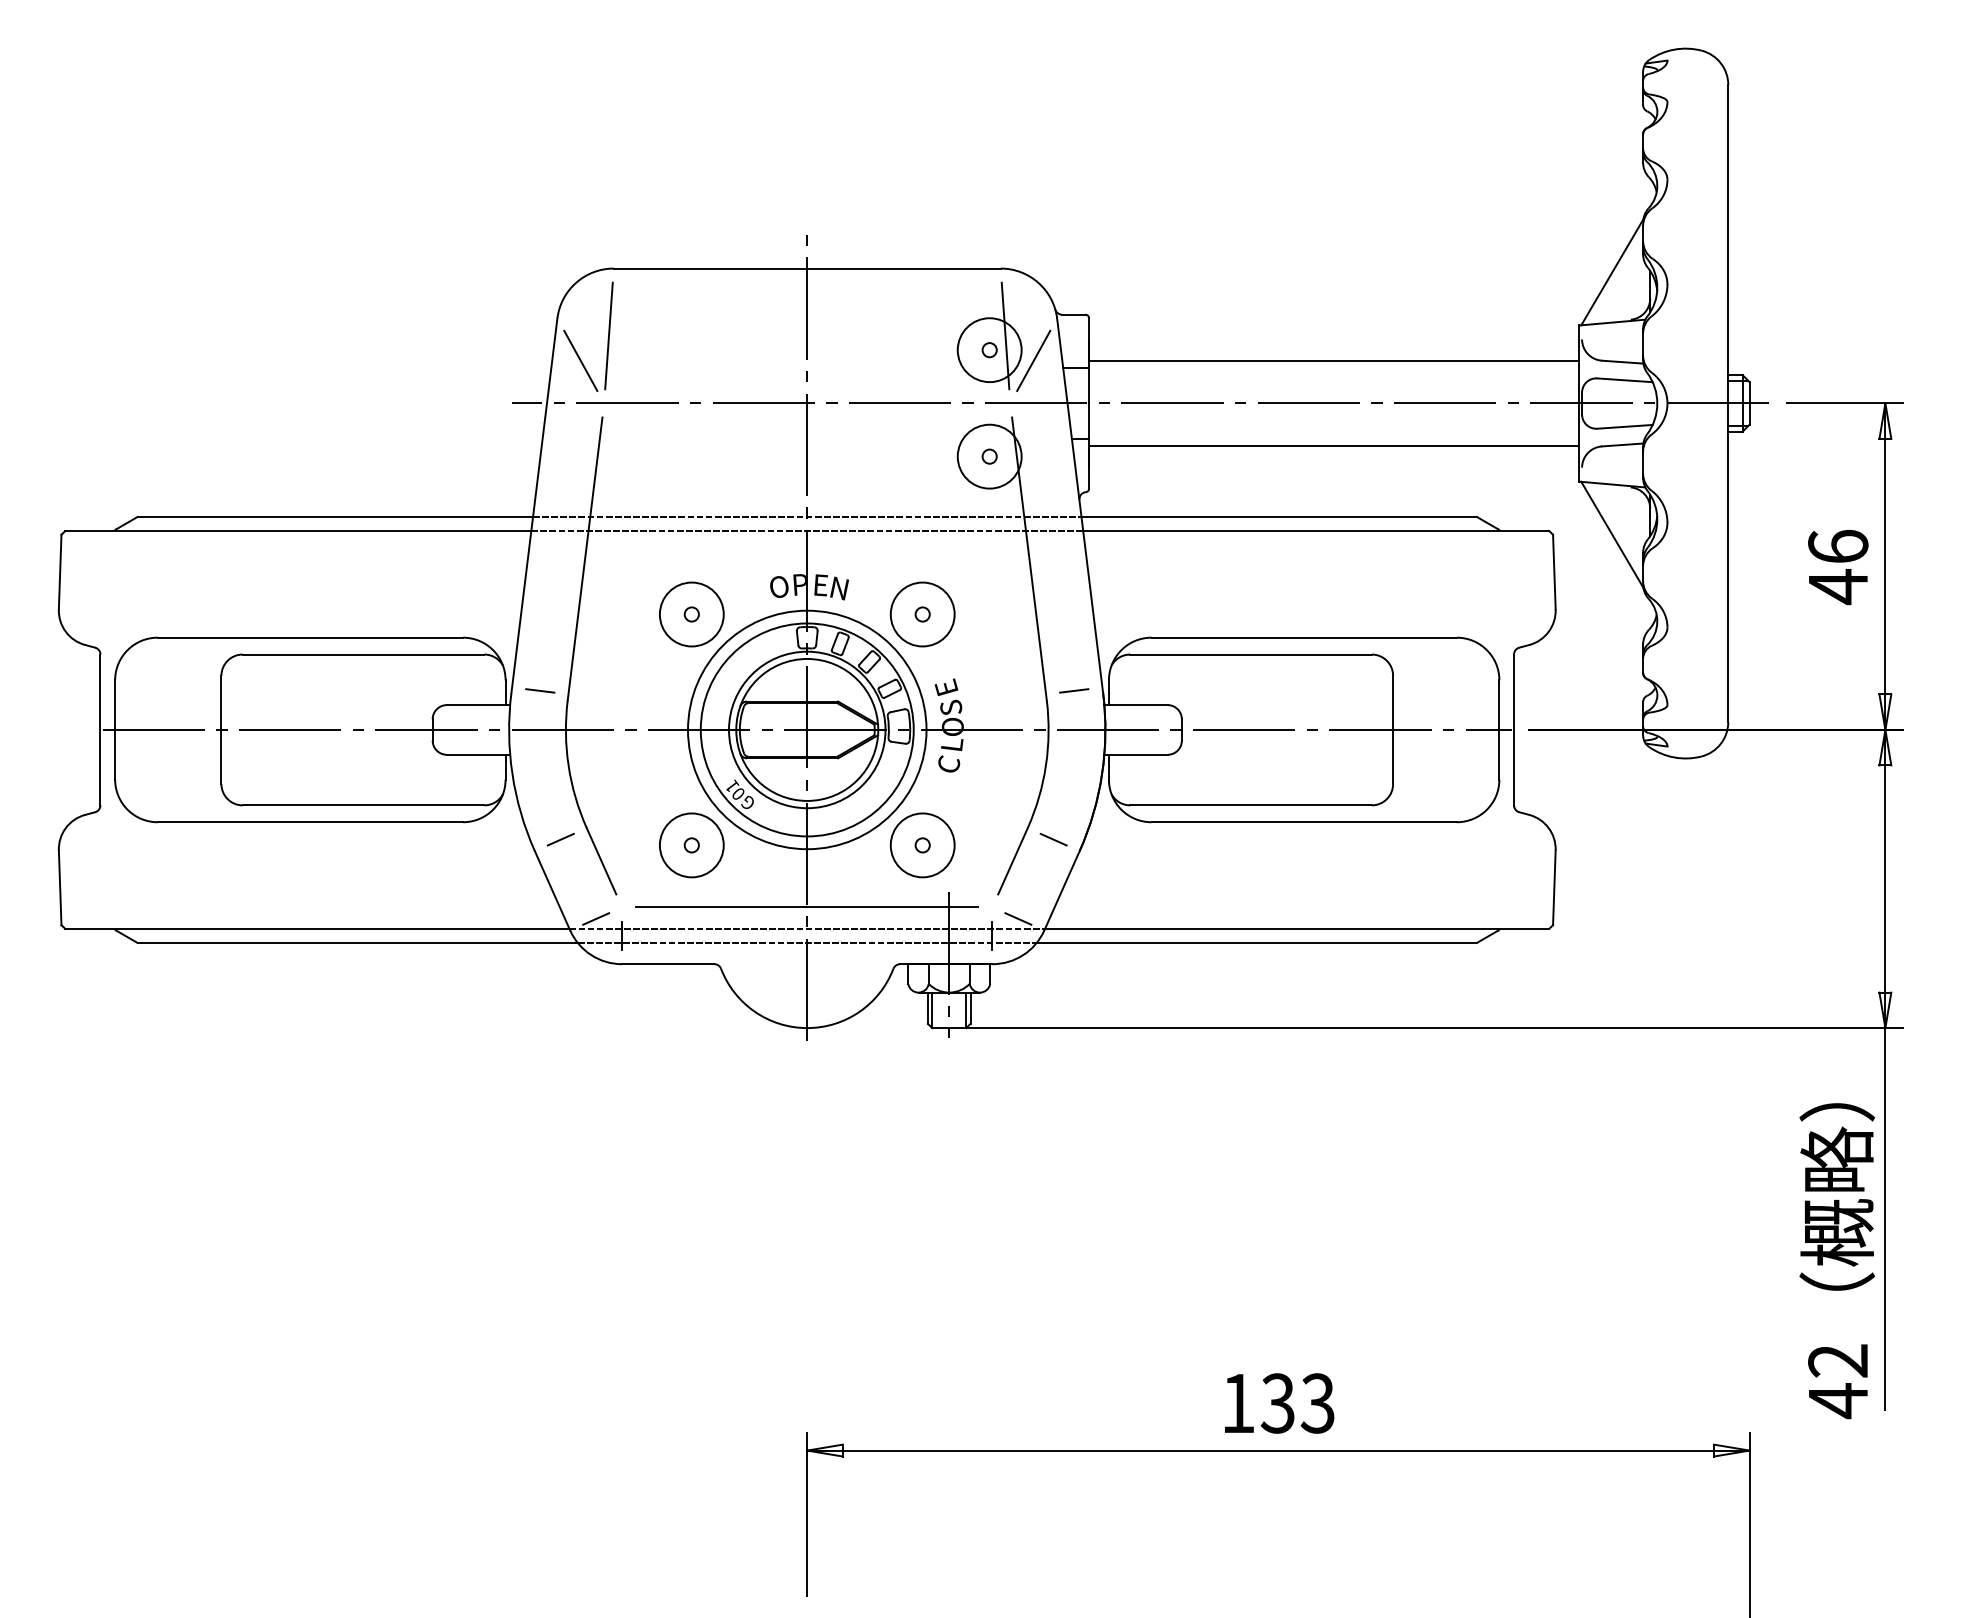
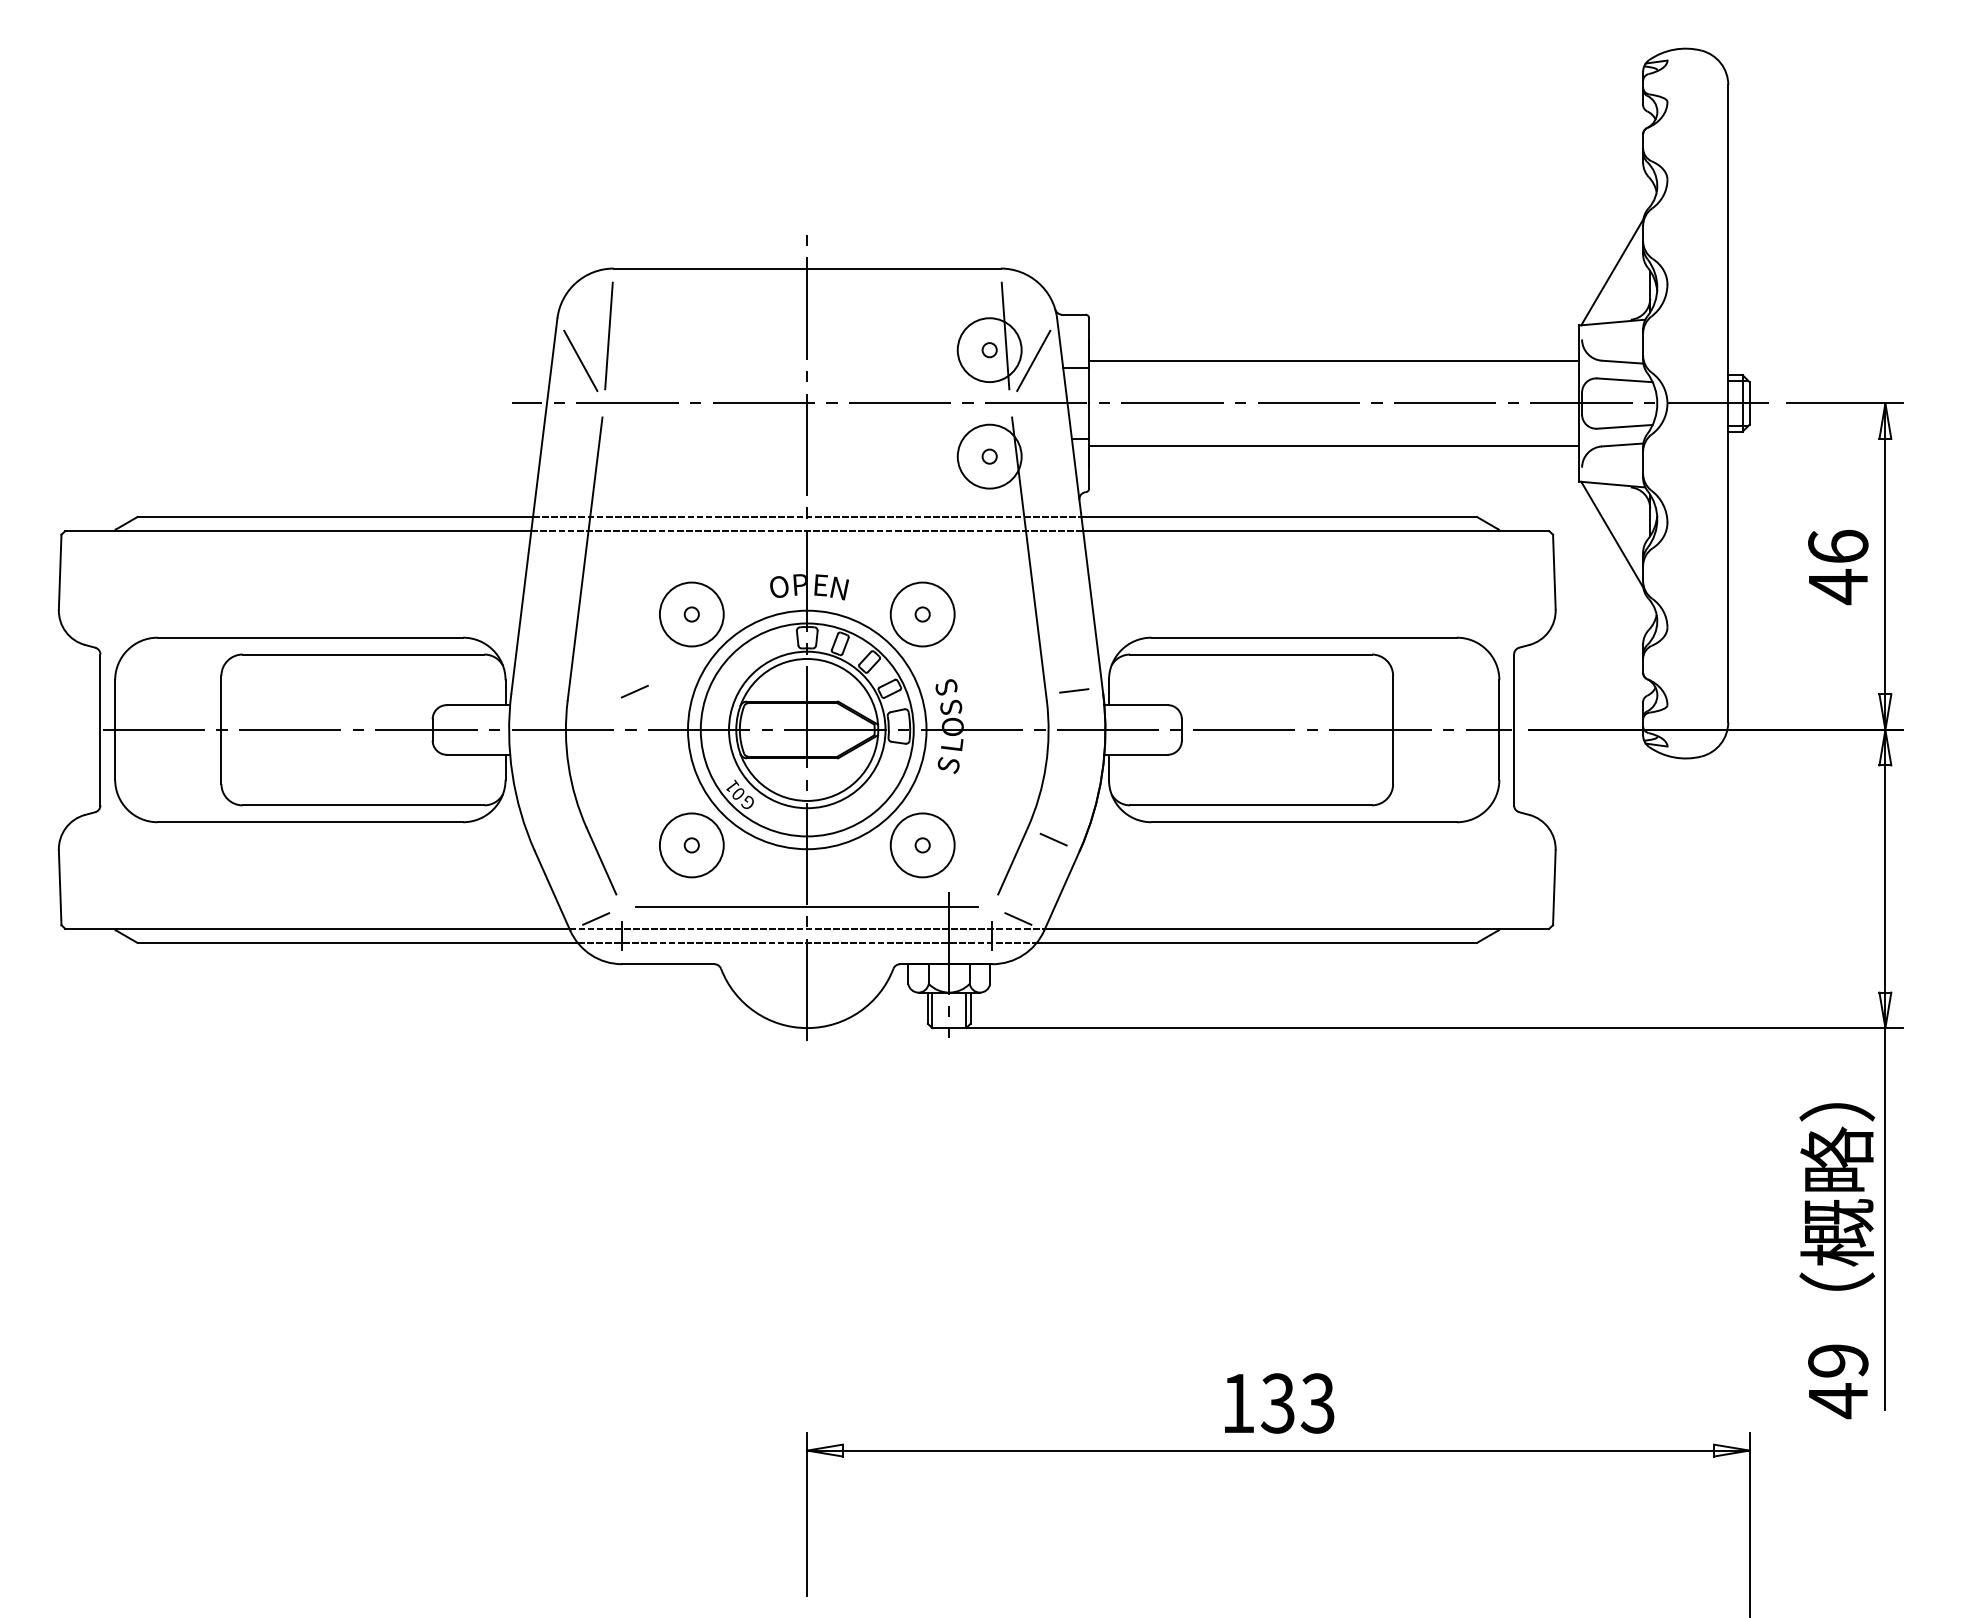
text at (946, 687): E -> S
line at (540, 690): present -> none
text at (948, 764): C -> S
line at (560, 839) position: (560, 839) -> (634, 691)
text at (1838, 1360): 42 -> 49
